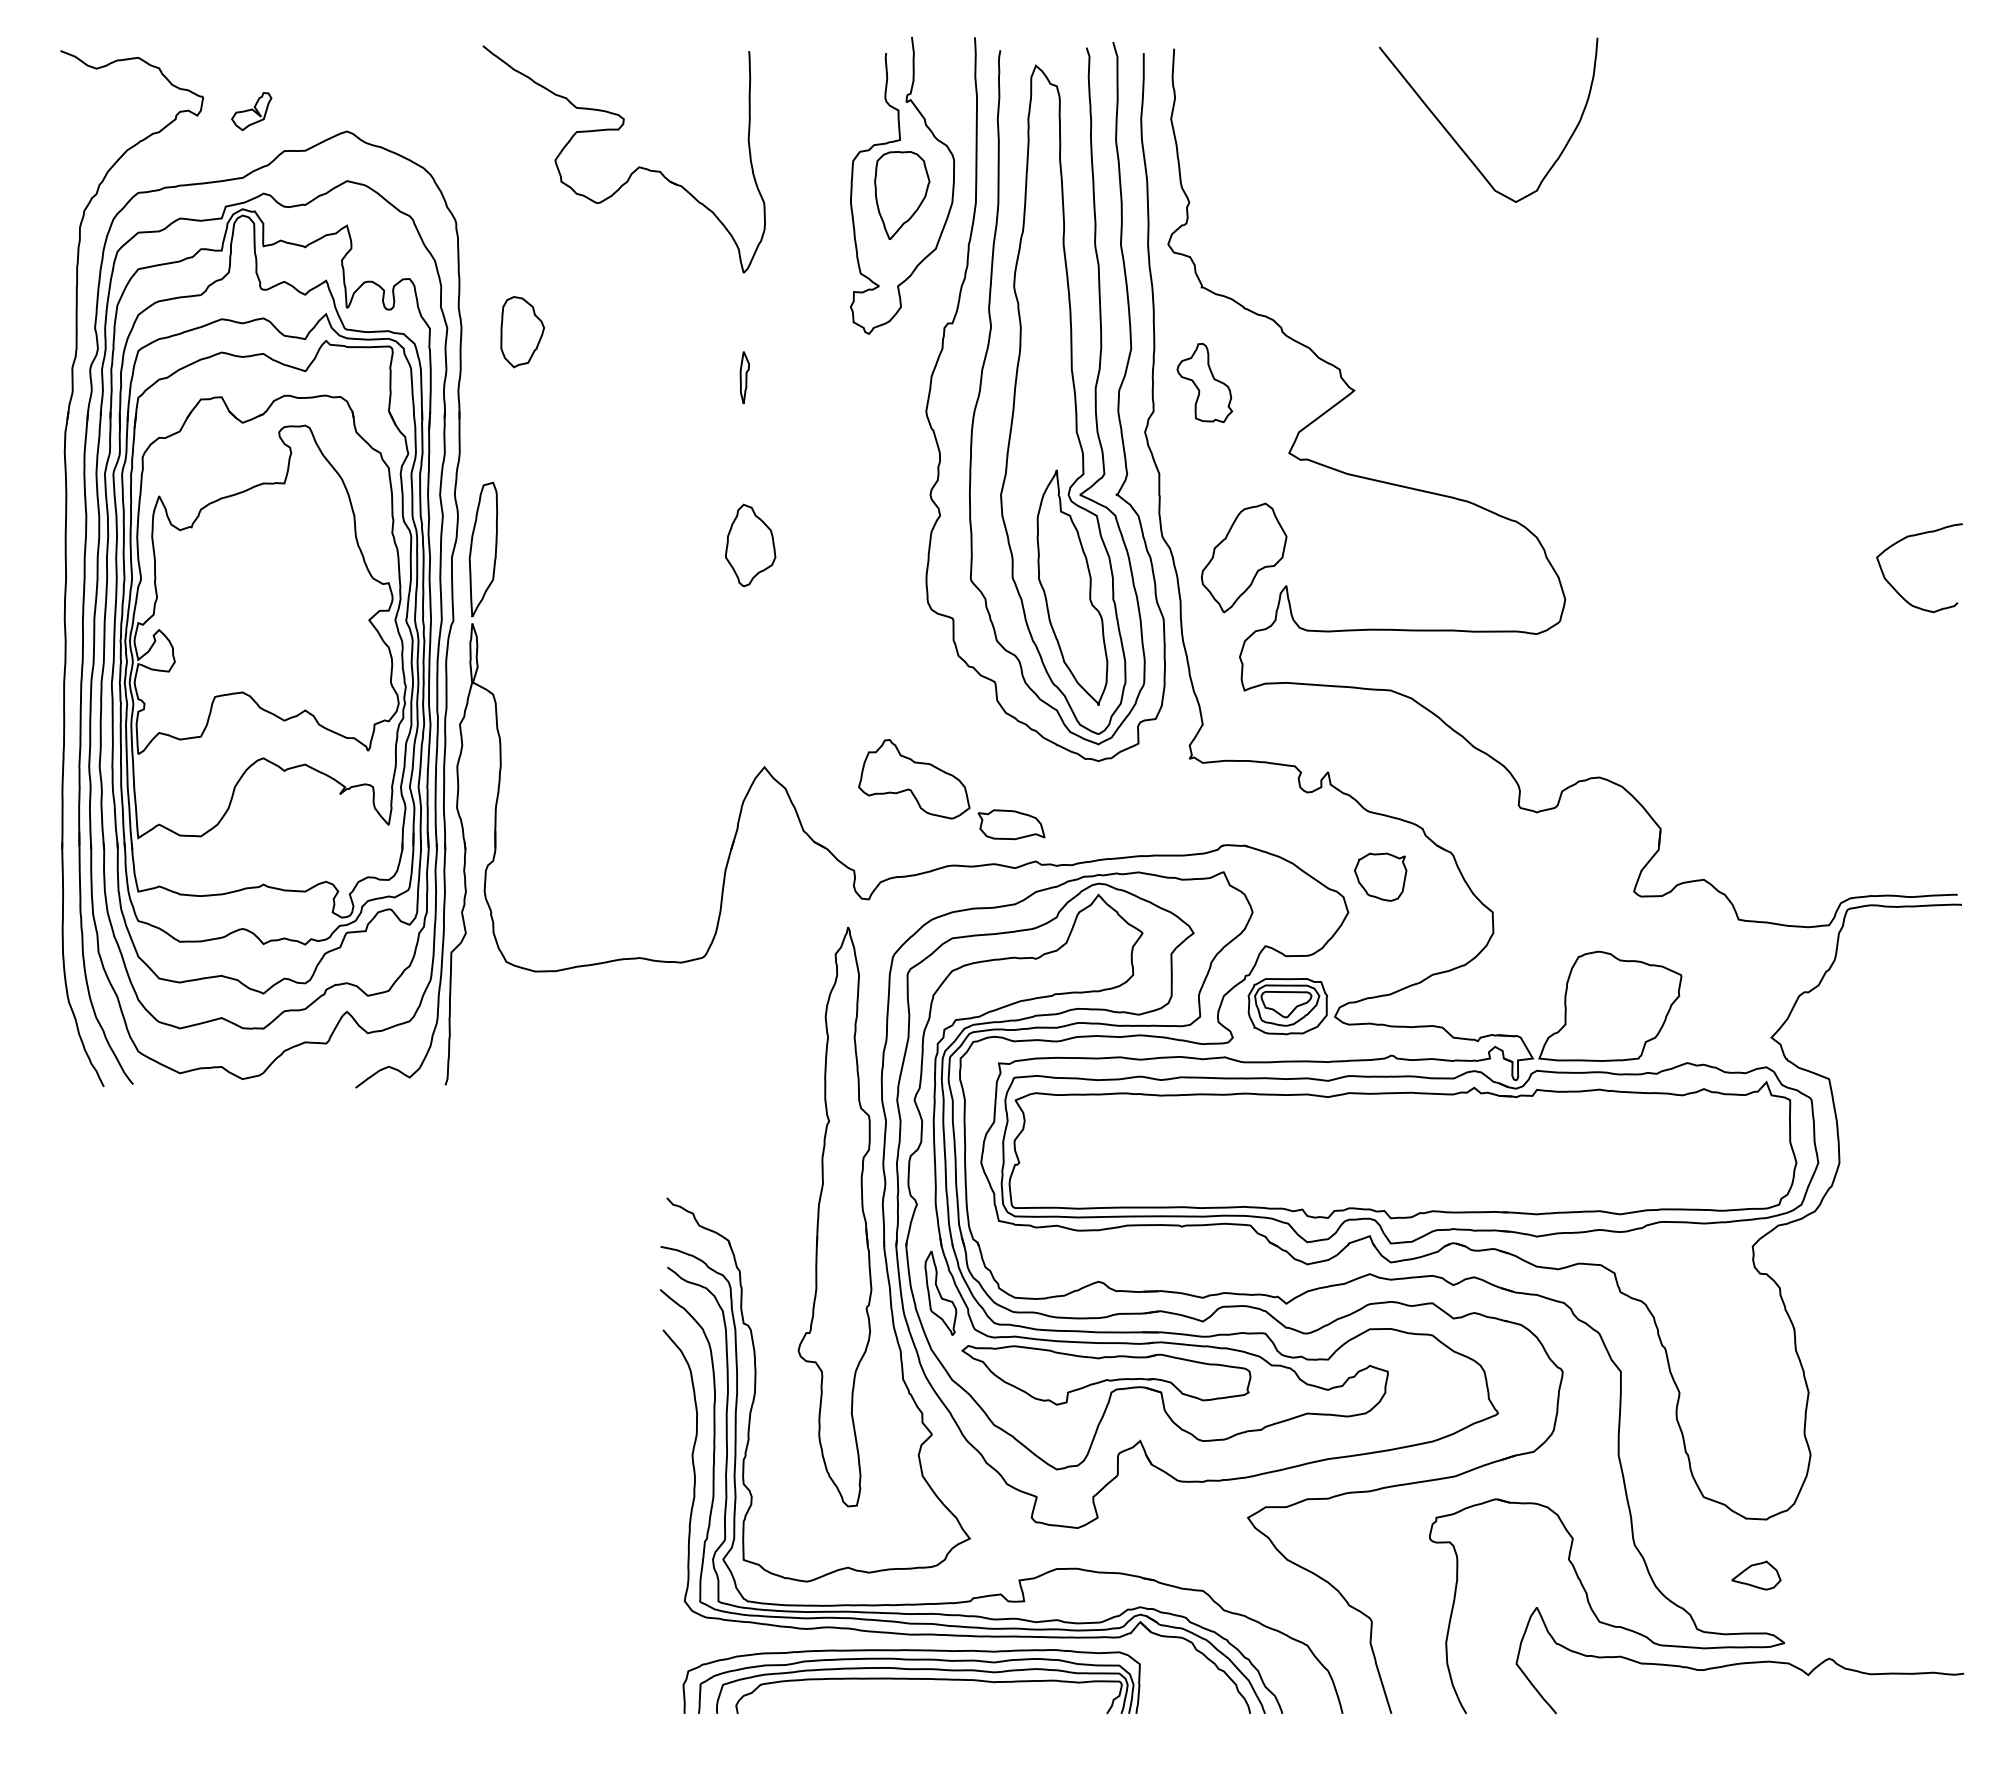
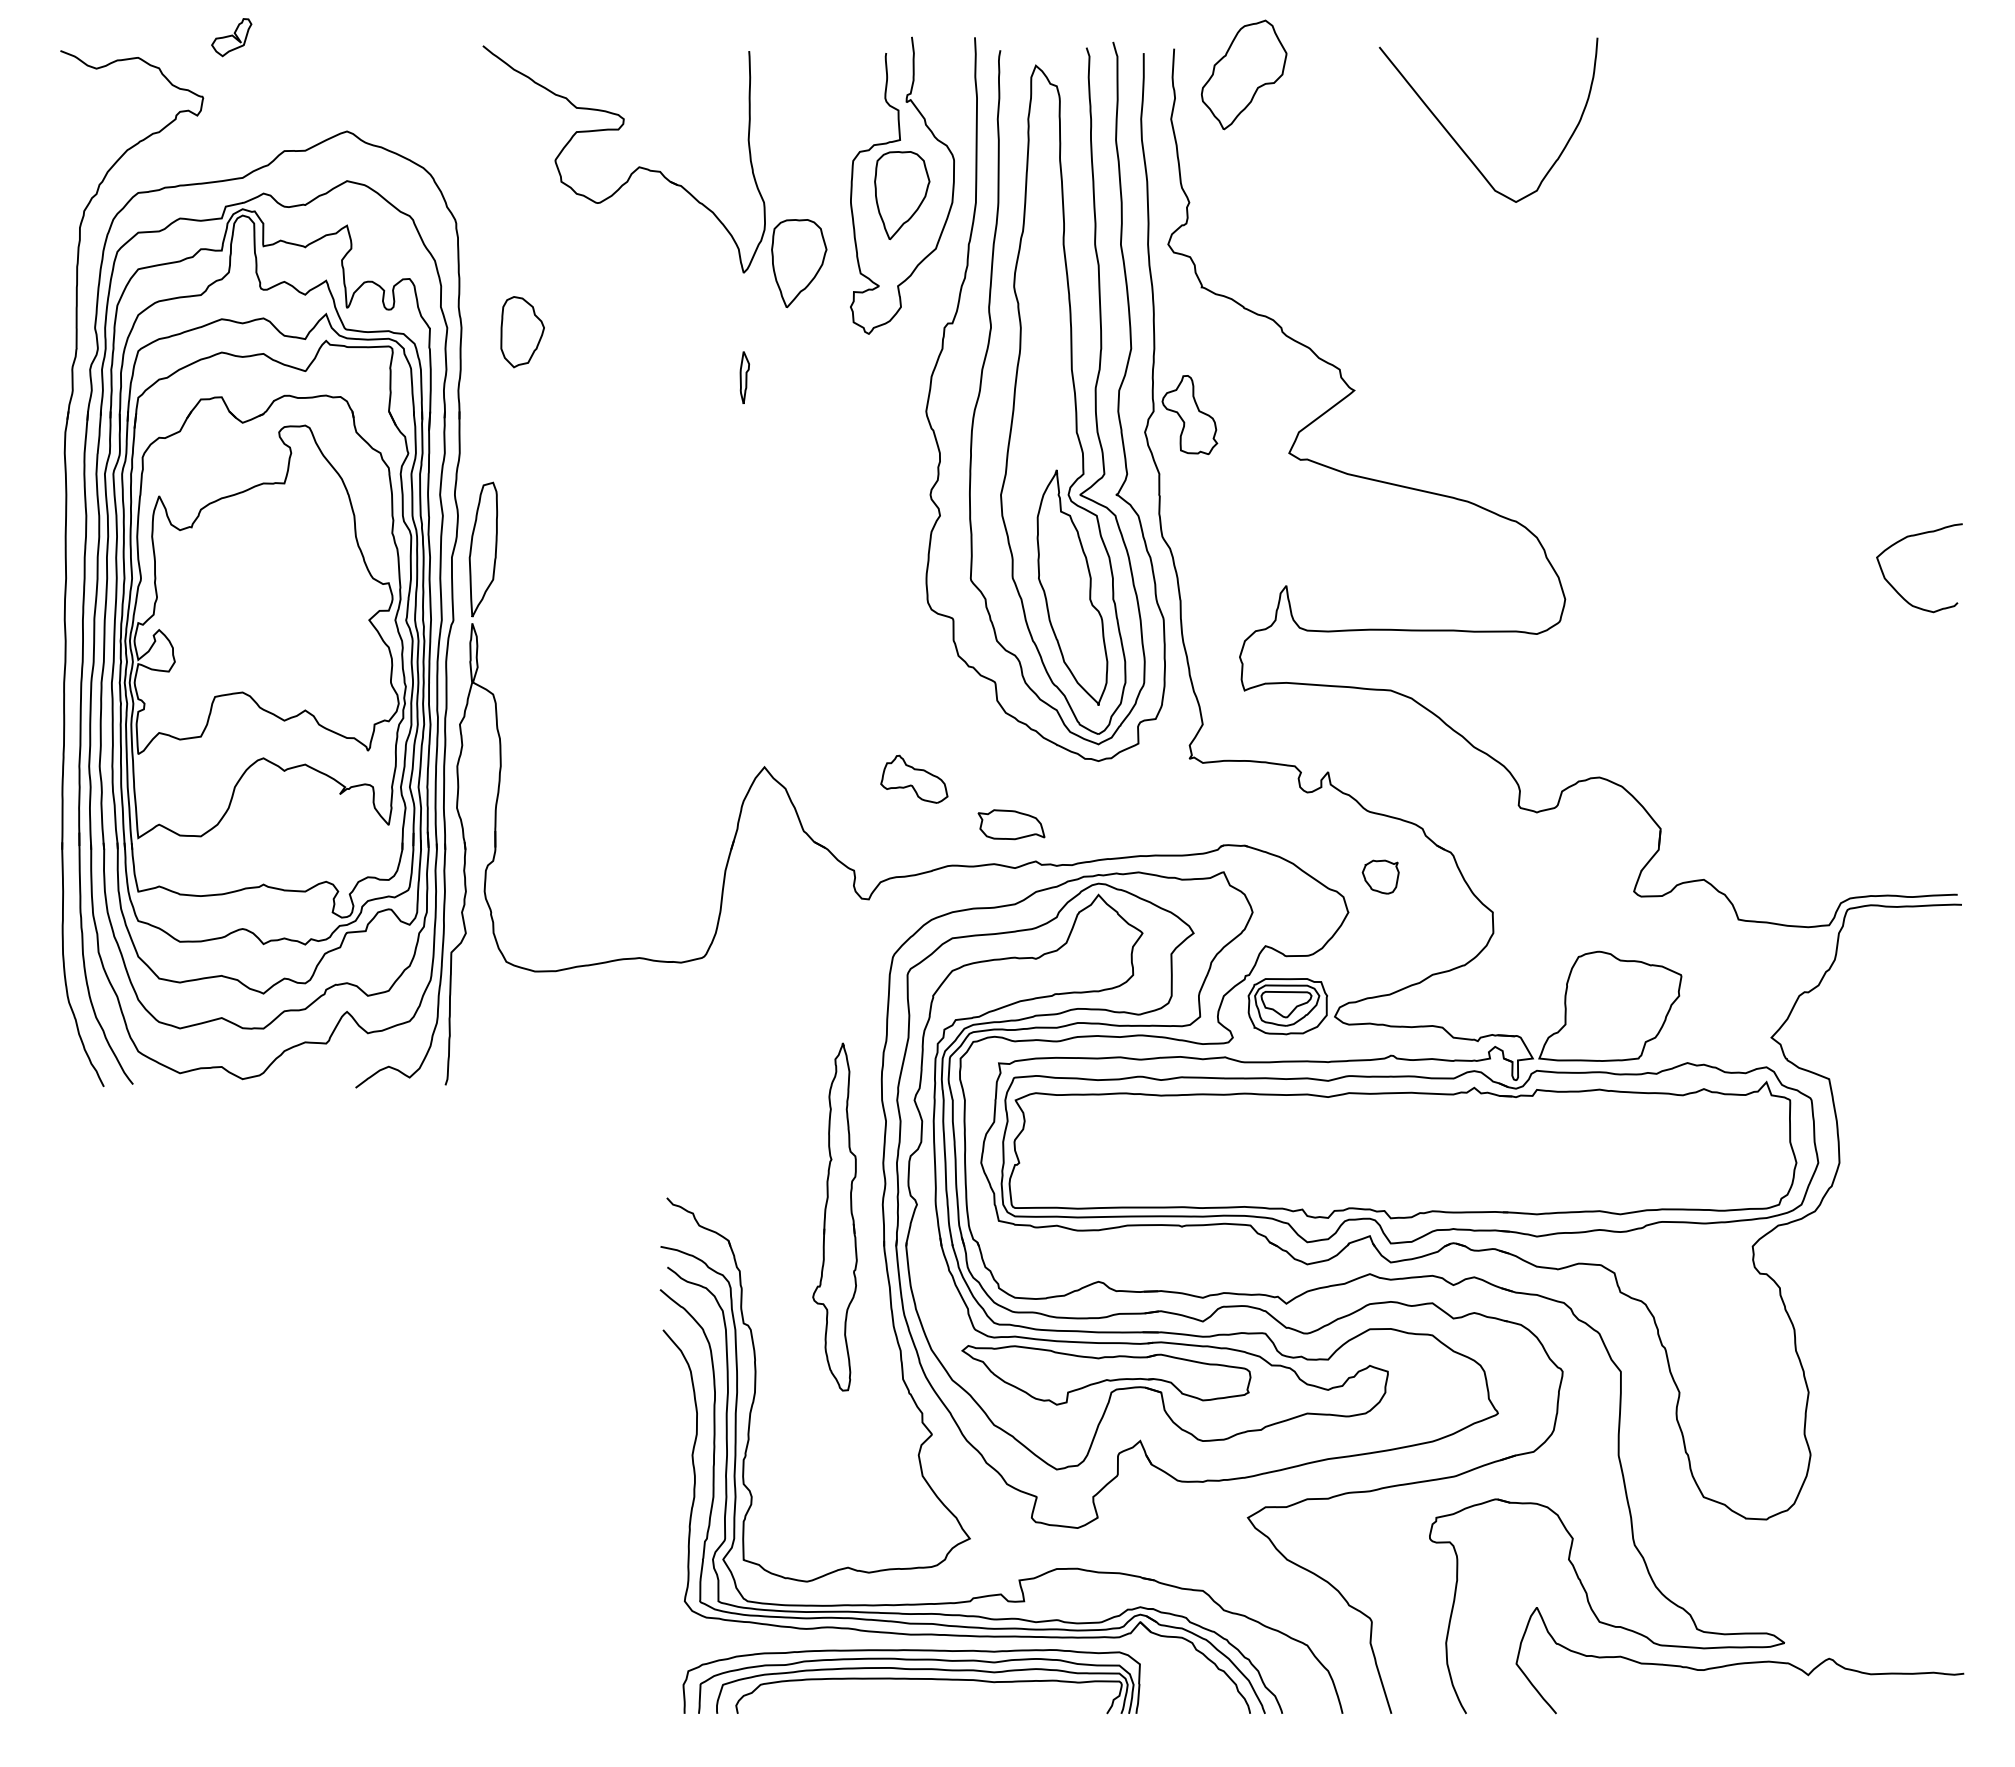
part at (251, 111) position: (251, 111) -> (231, 37)
part at (799, 263): none -> present
part at (1204, 383) position: (1204, 383) -> (1189, 415)
part at (750, 545): present -> none
part at (1244, 557) position: (1244, 557) -> (1244, 74)
part at (914, 779) size: 113x81 px -> 69x50 px
part at (1380, 876) size: 54x50 px -> 39x36 px
part at (834, 1216) size: 76x582 px -> 46x350 px
part at (940, 1292): present -> none
part at (1756, 1575): present -> none
